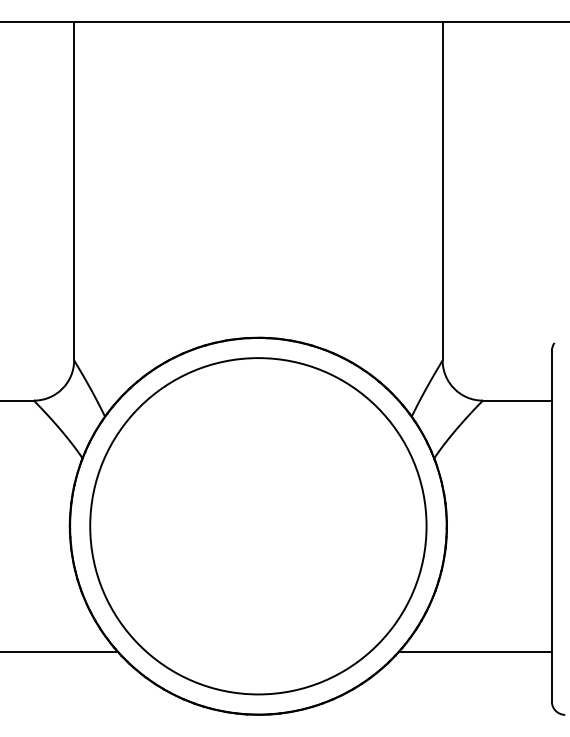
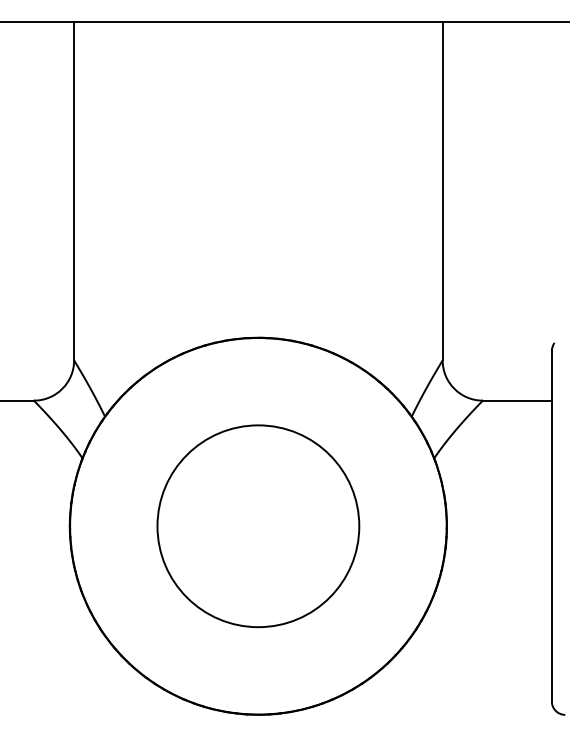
circle at (258, 526) diameter: 336 px -> 202 px
line at (59, 651): present -> none
line at (475, 651): present -> none
